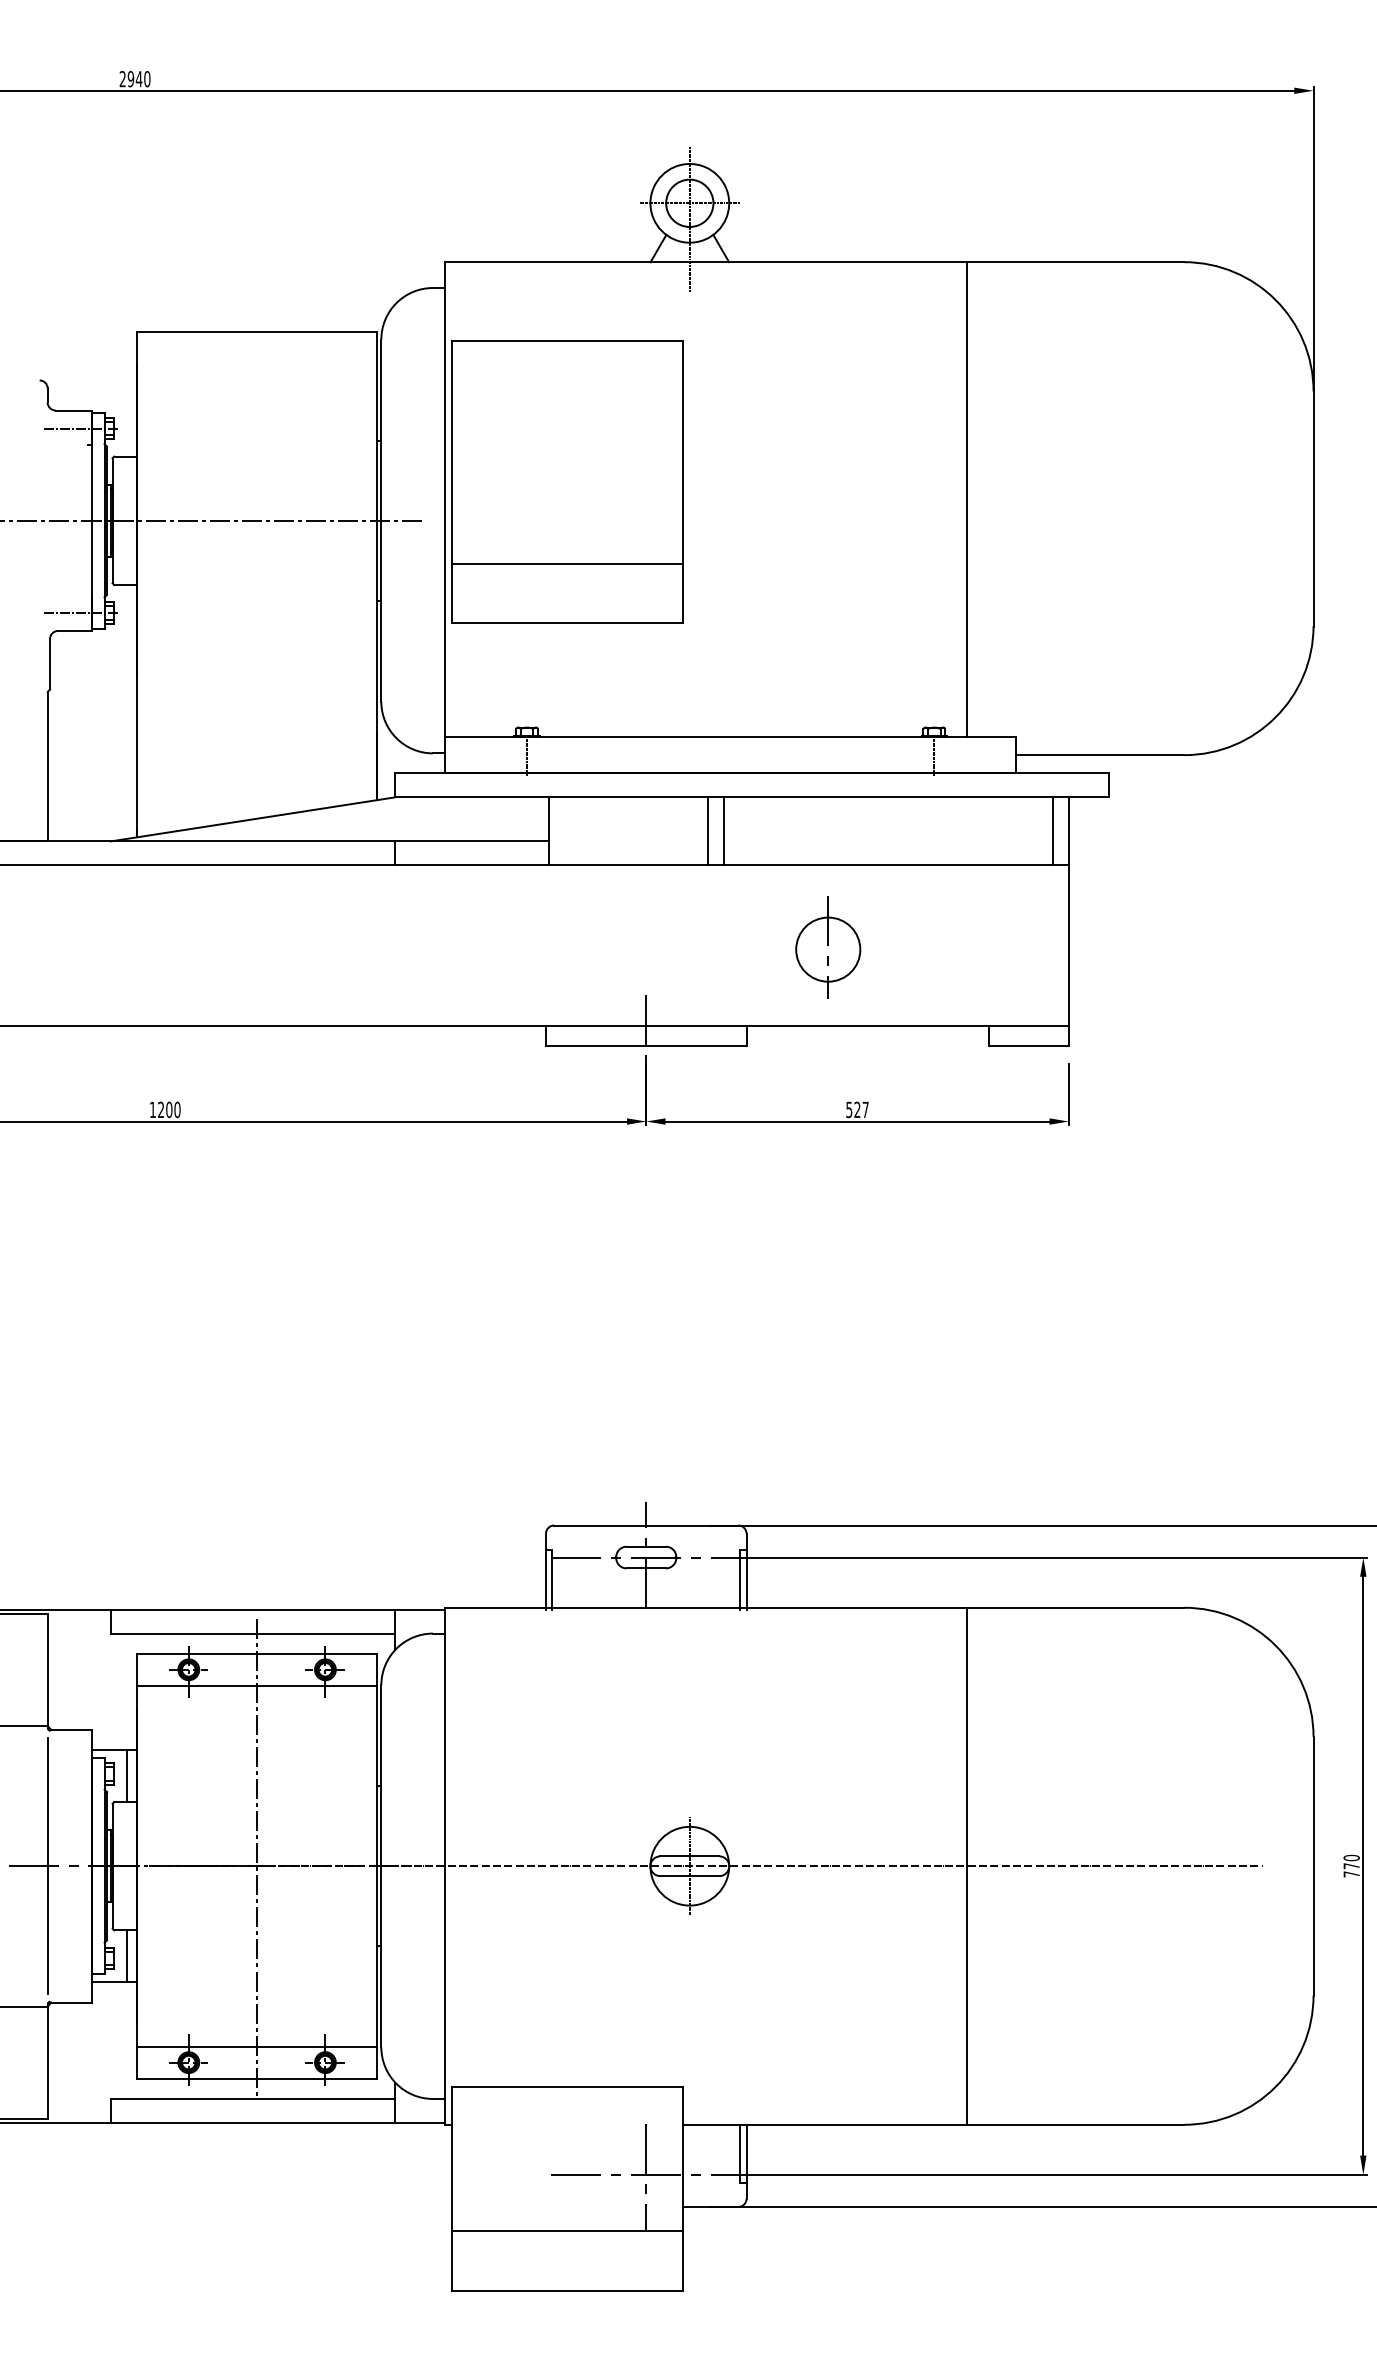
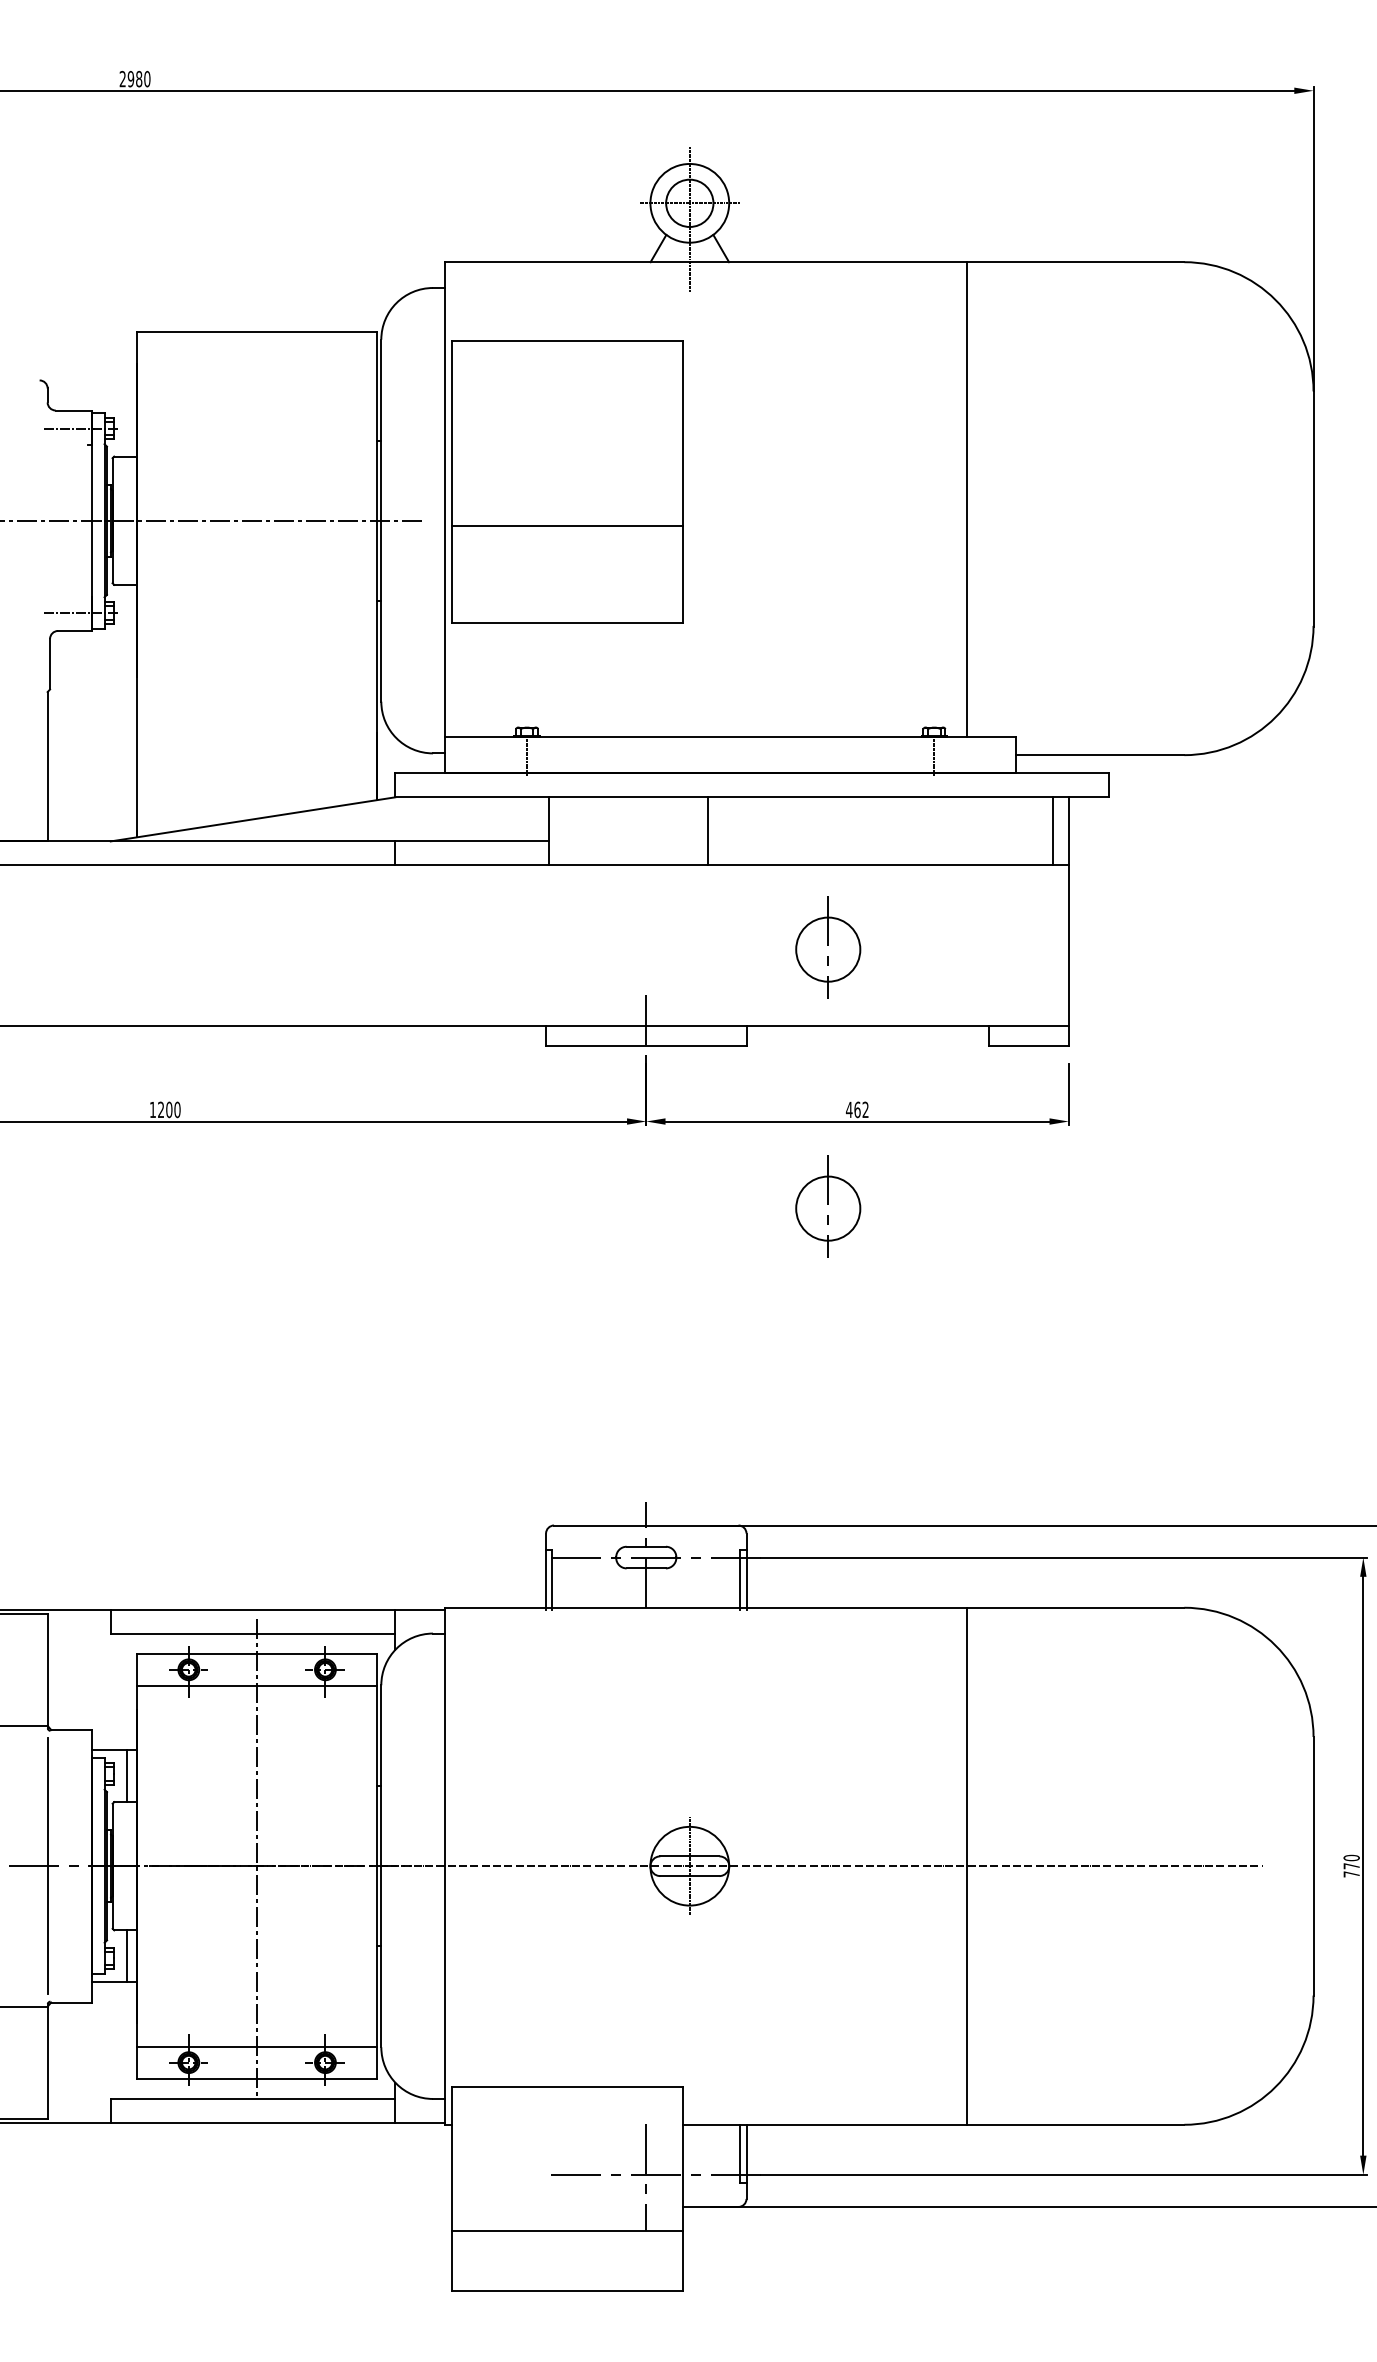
text at (138, 78): 2940 -> 2980
line at (566, 563) position: (566, 563) -> (566, 525)
line at (724, 831): present -> none
text at (856, 1109): 527 -> 462
part at (828, 1206): none -> present
